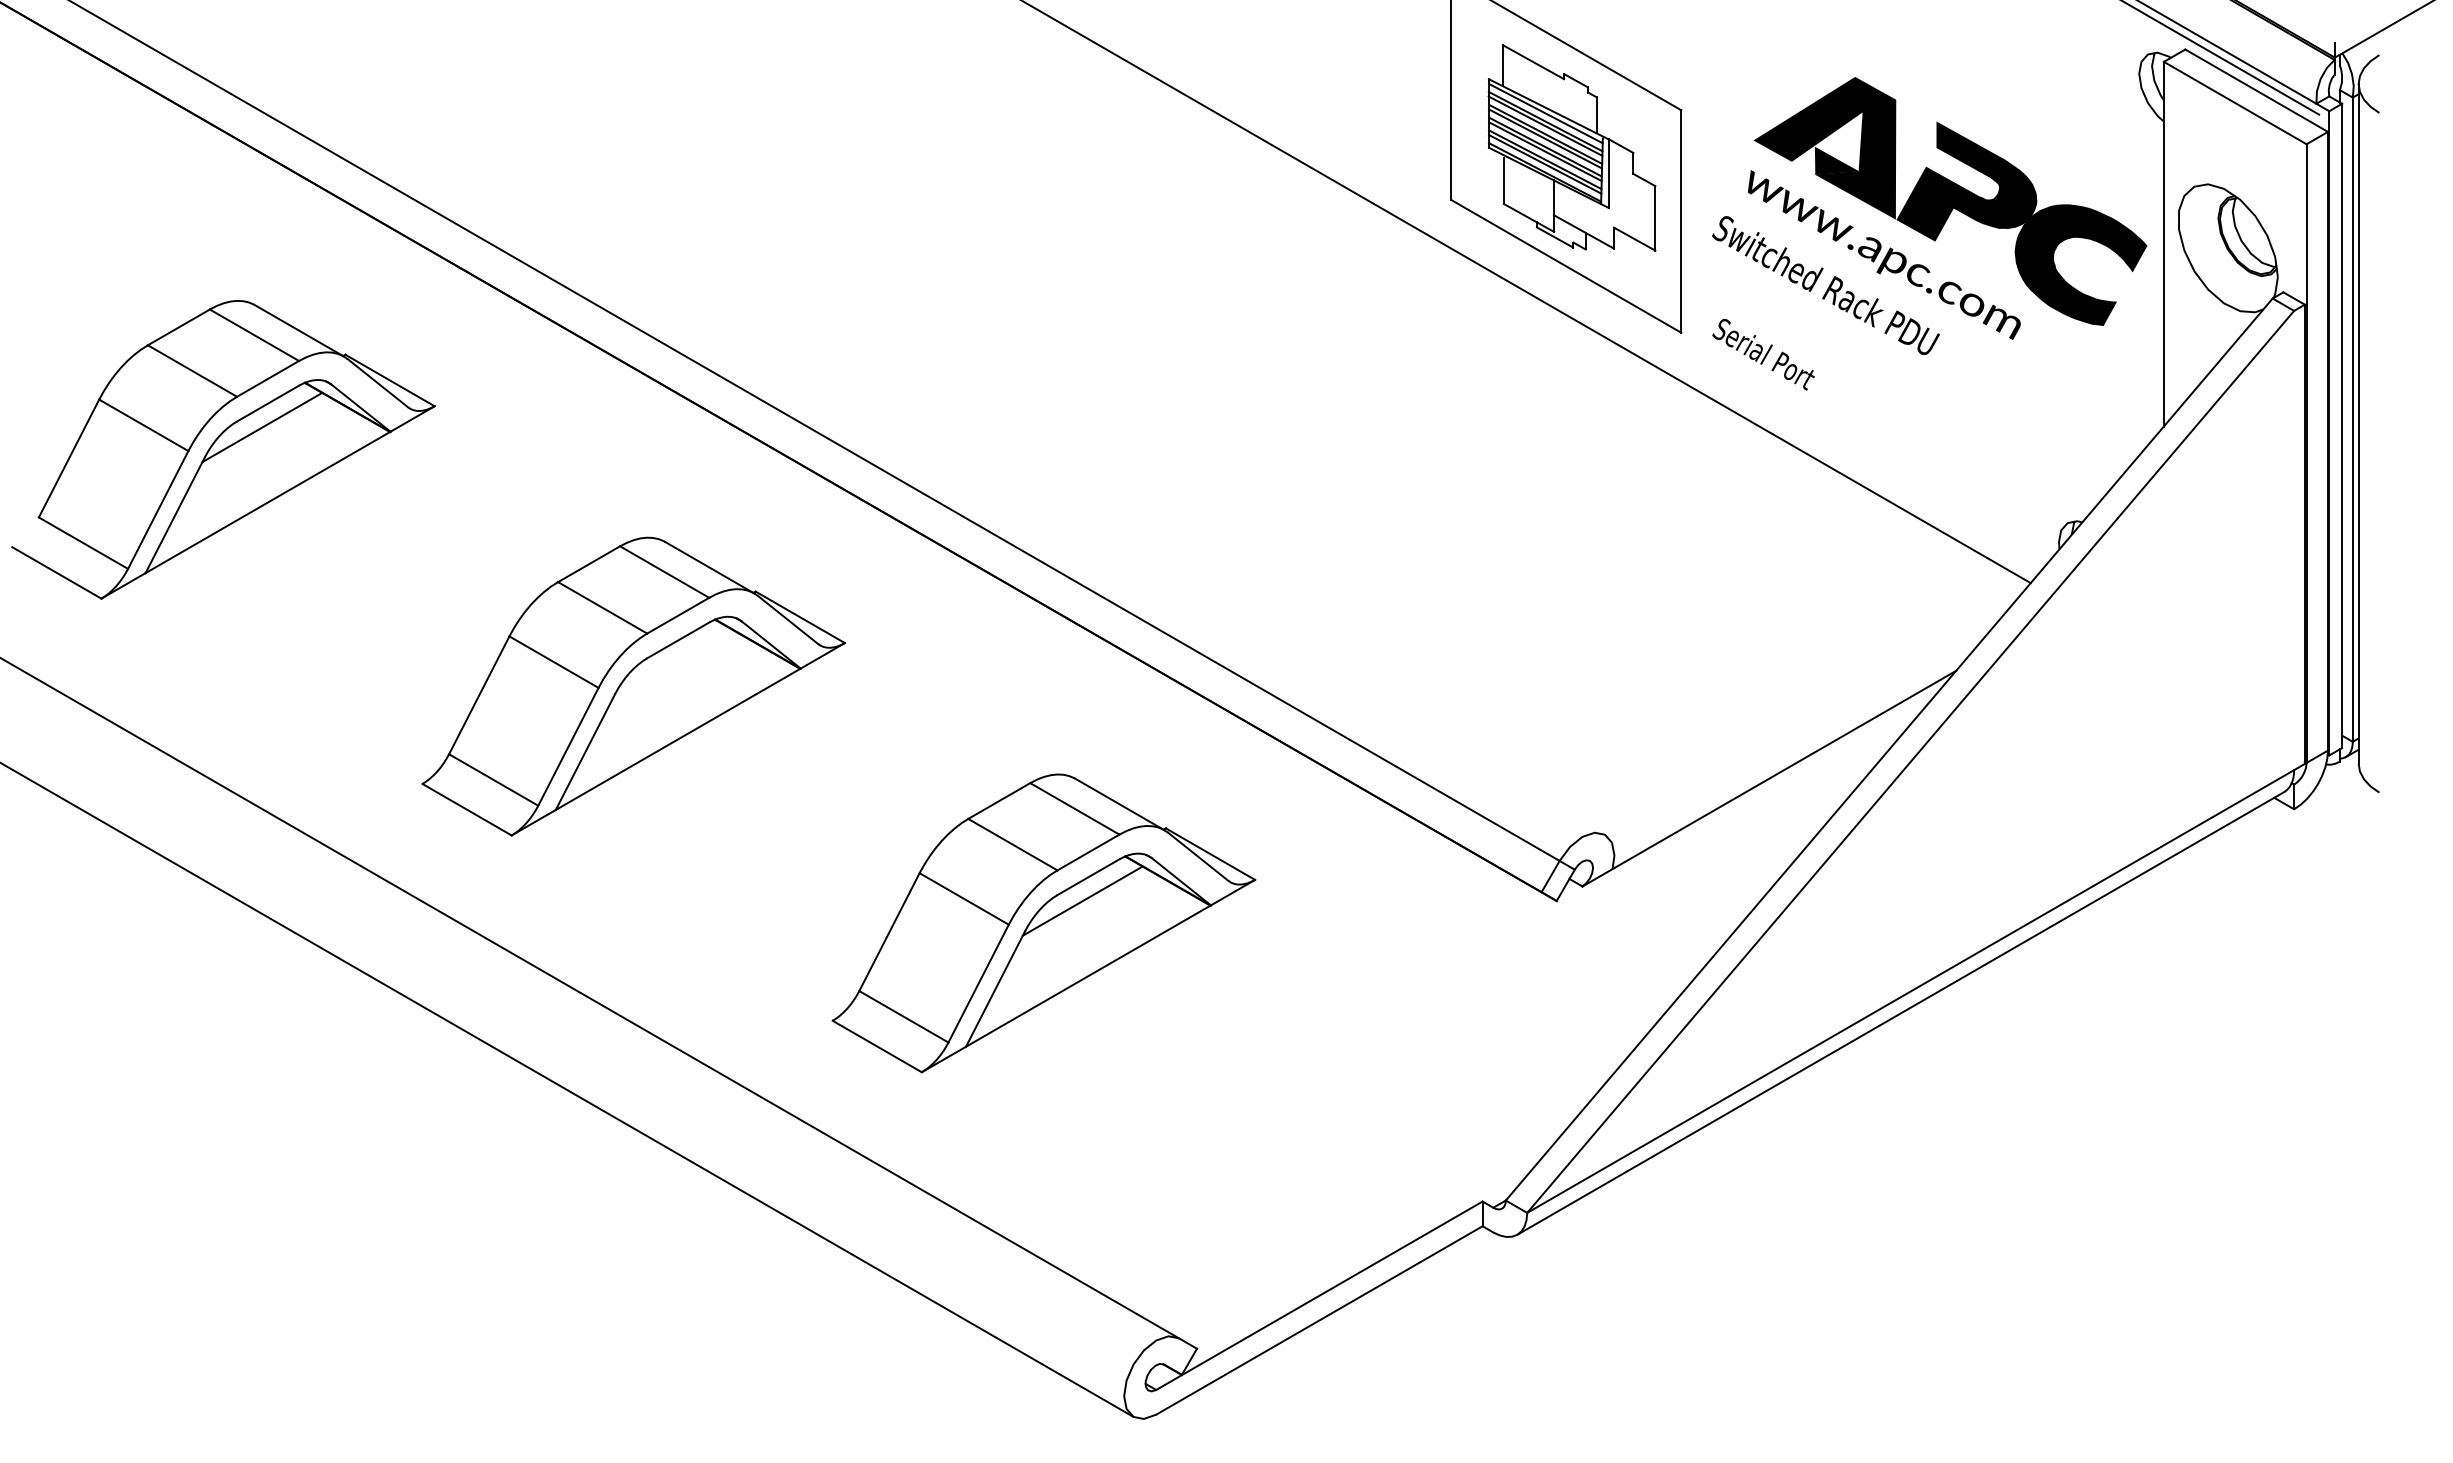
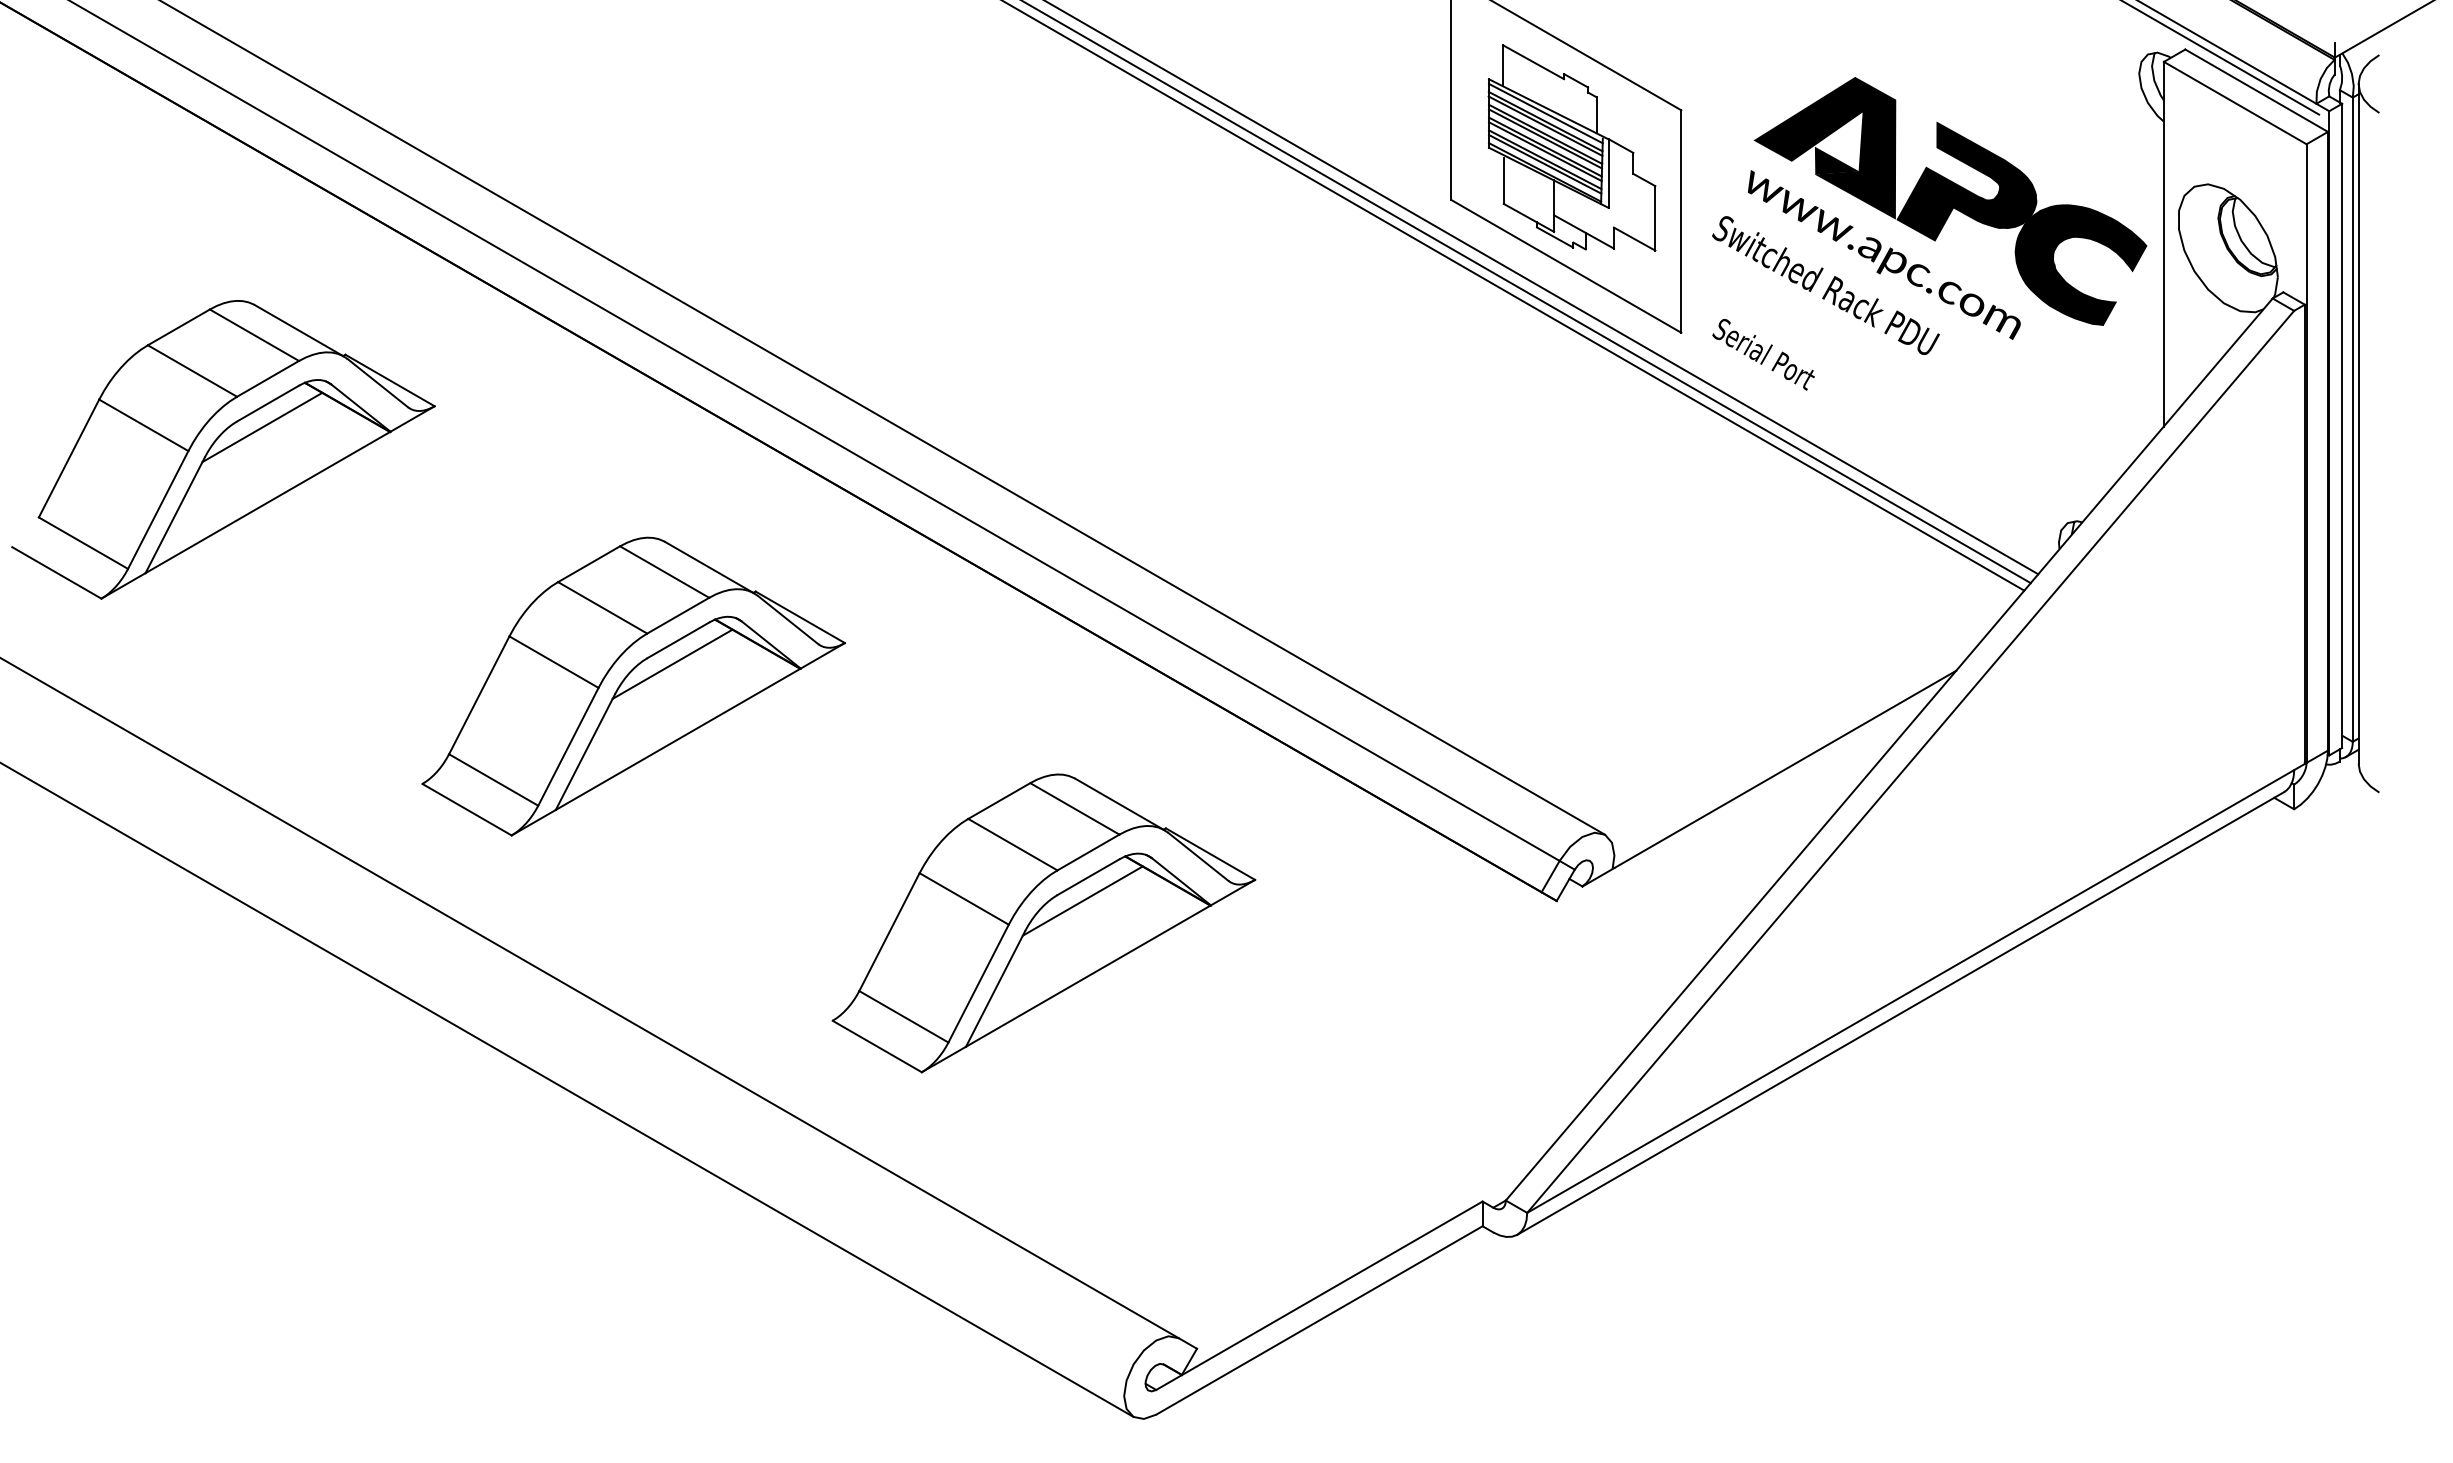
line at (1542, 288): none -> present
line at (1514, 296): none -> present
line at (884, 418): none -> present
line at (672, 663): none -> present
